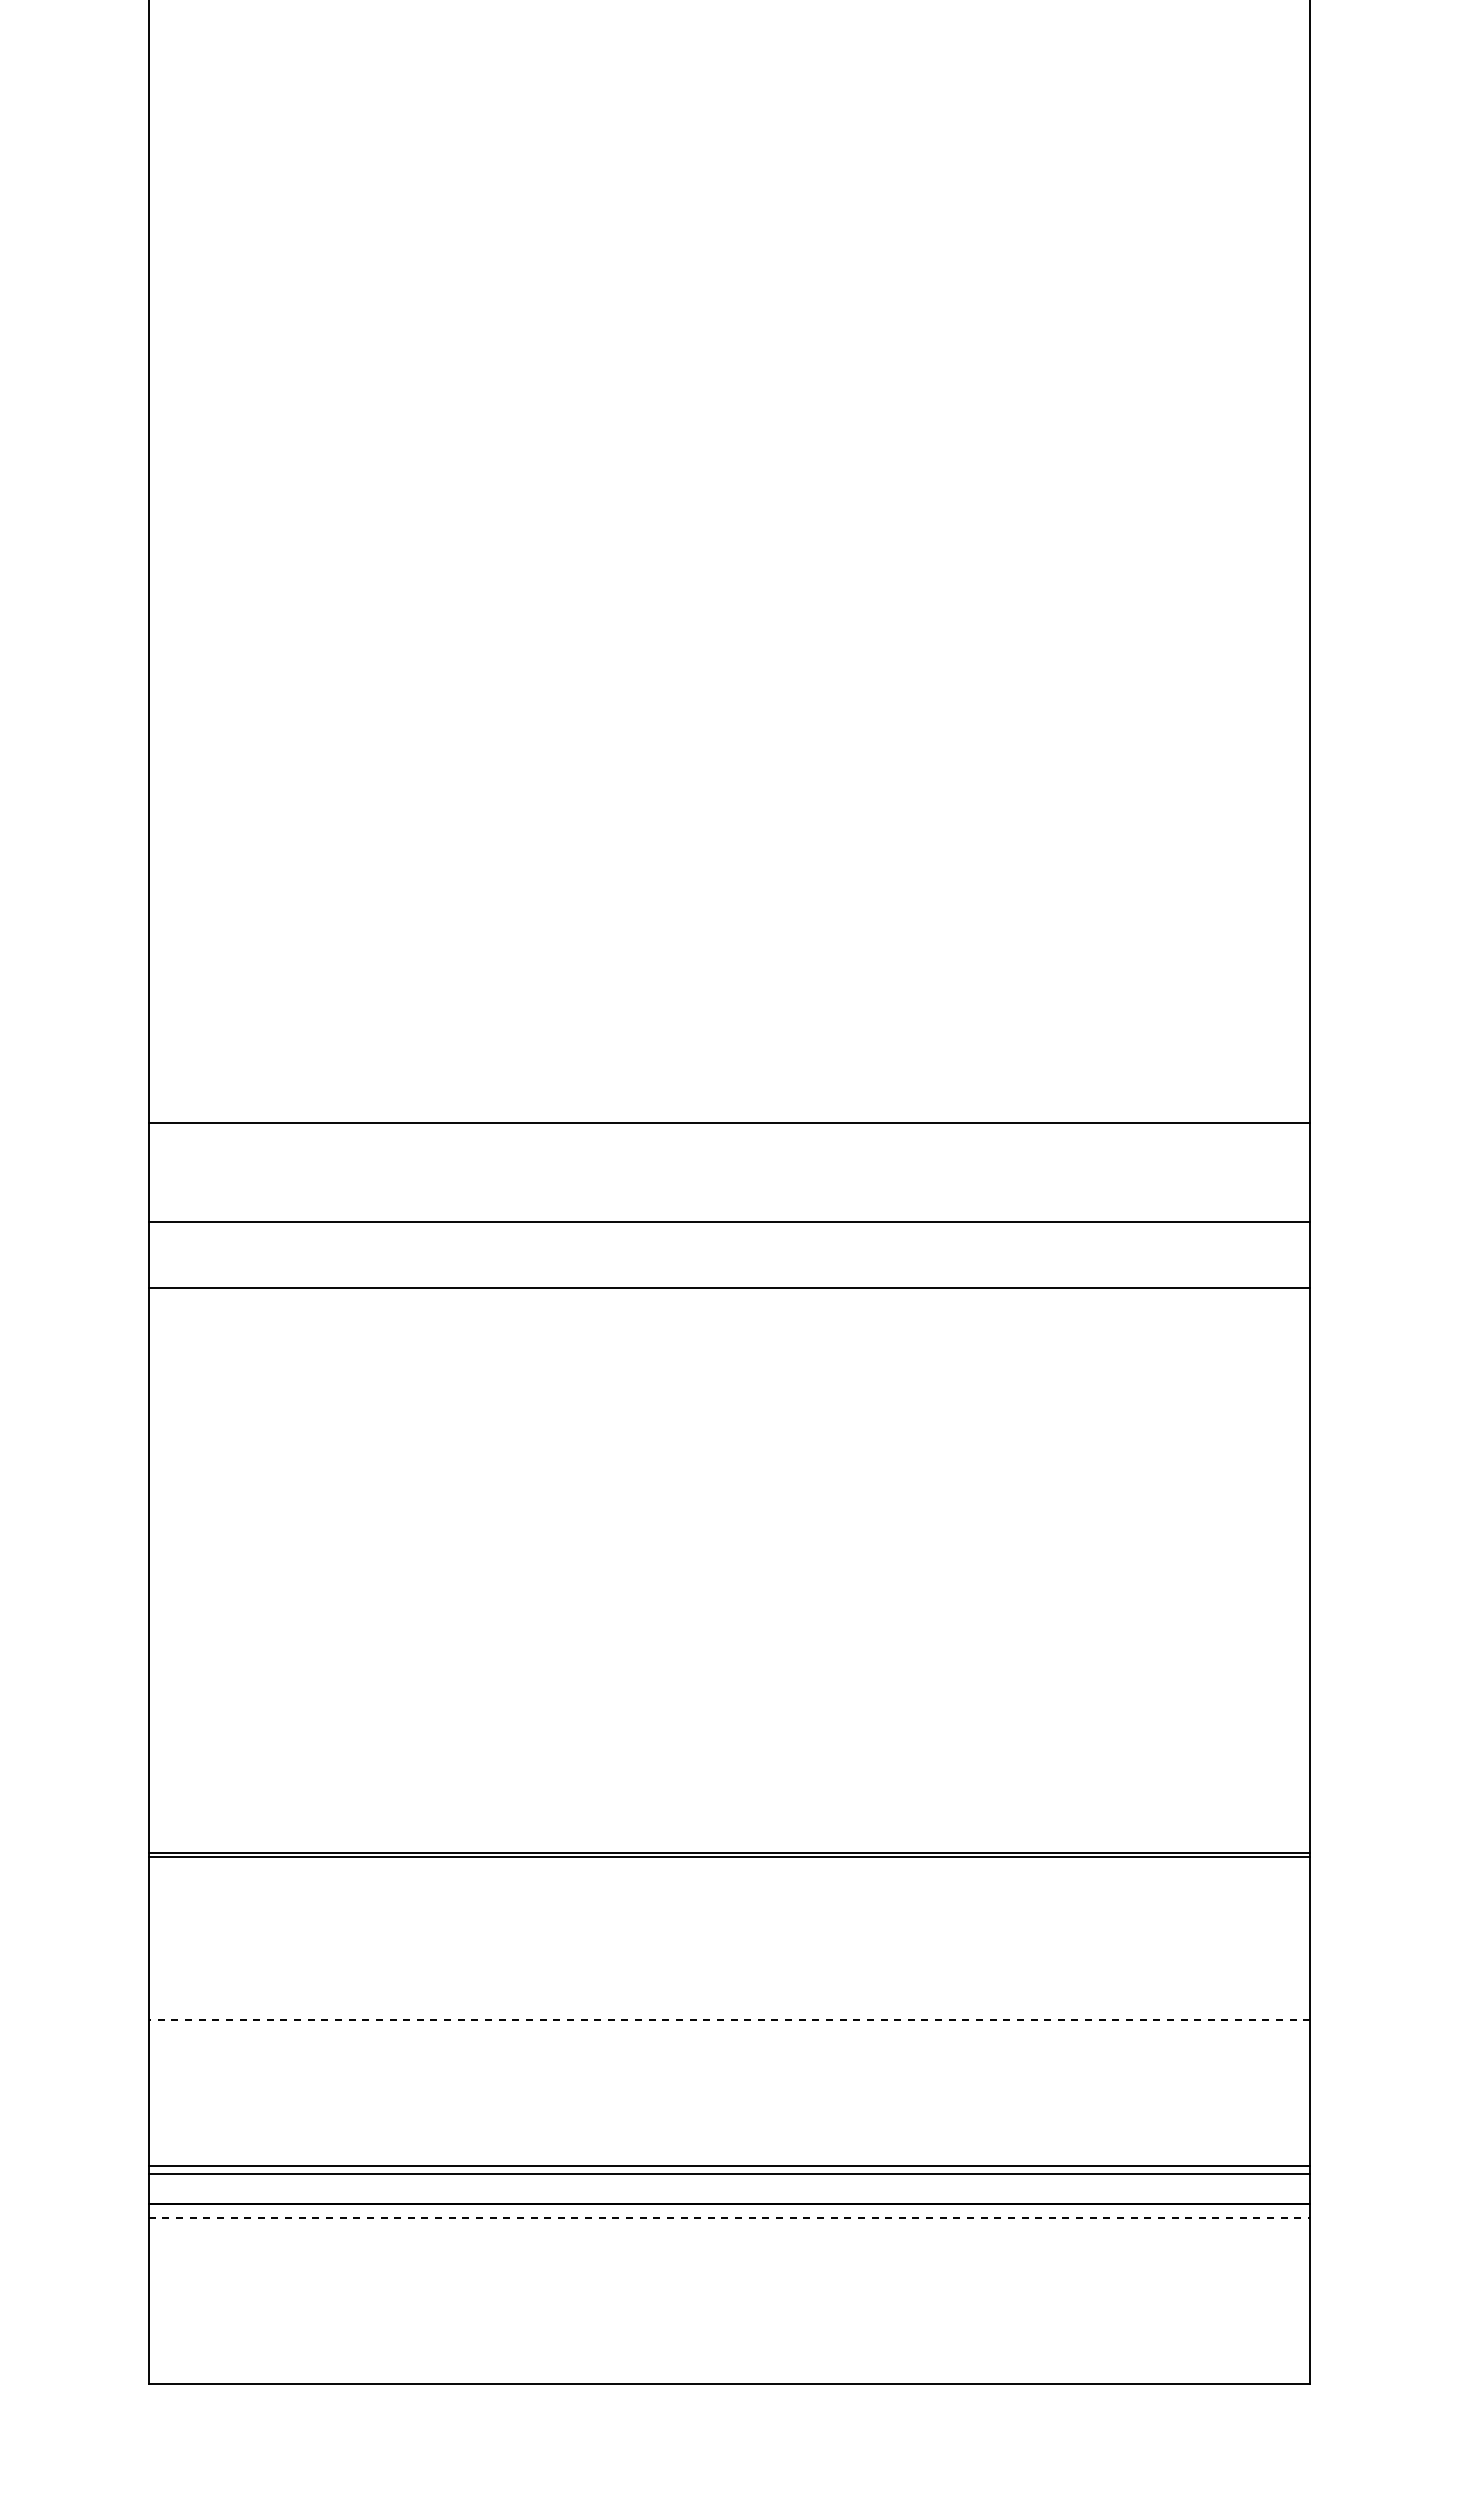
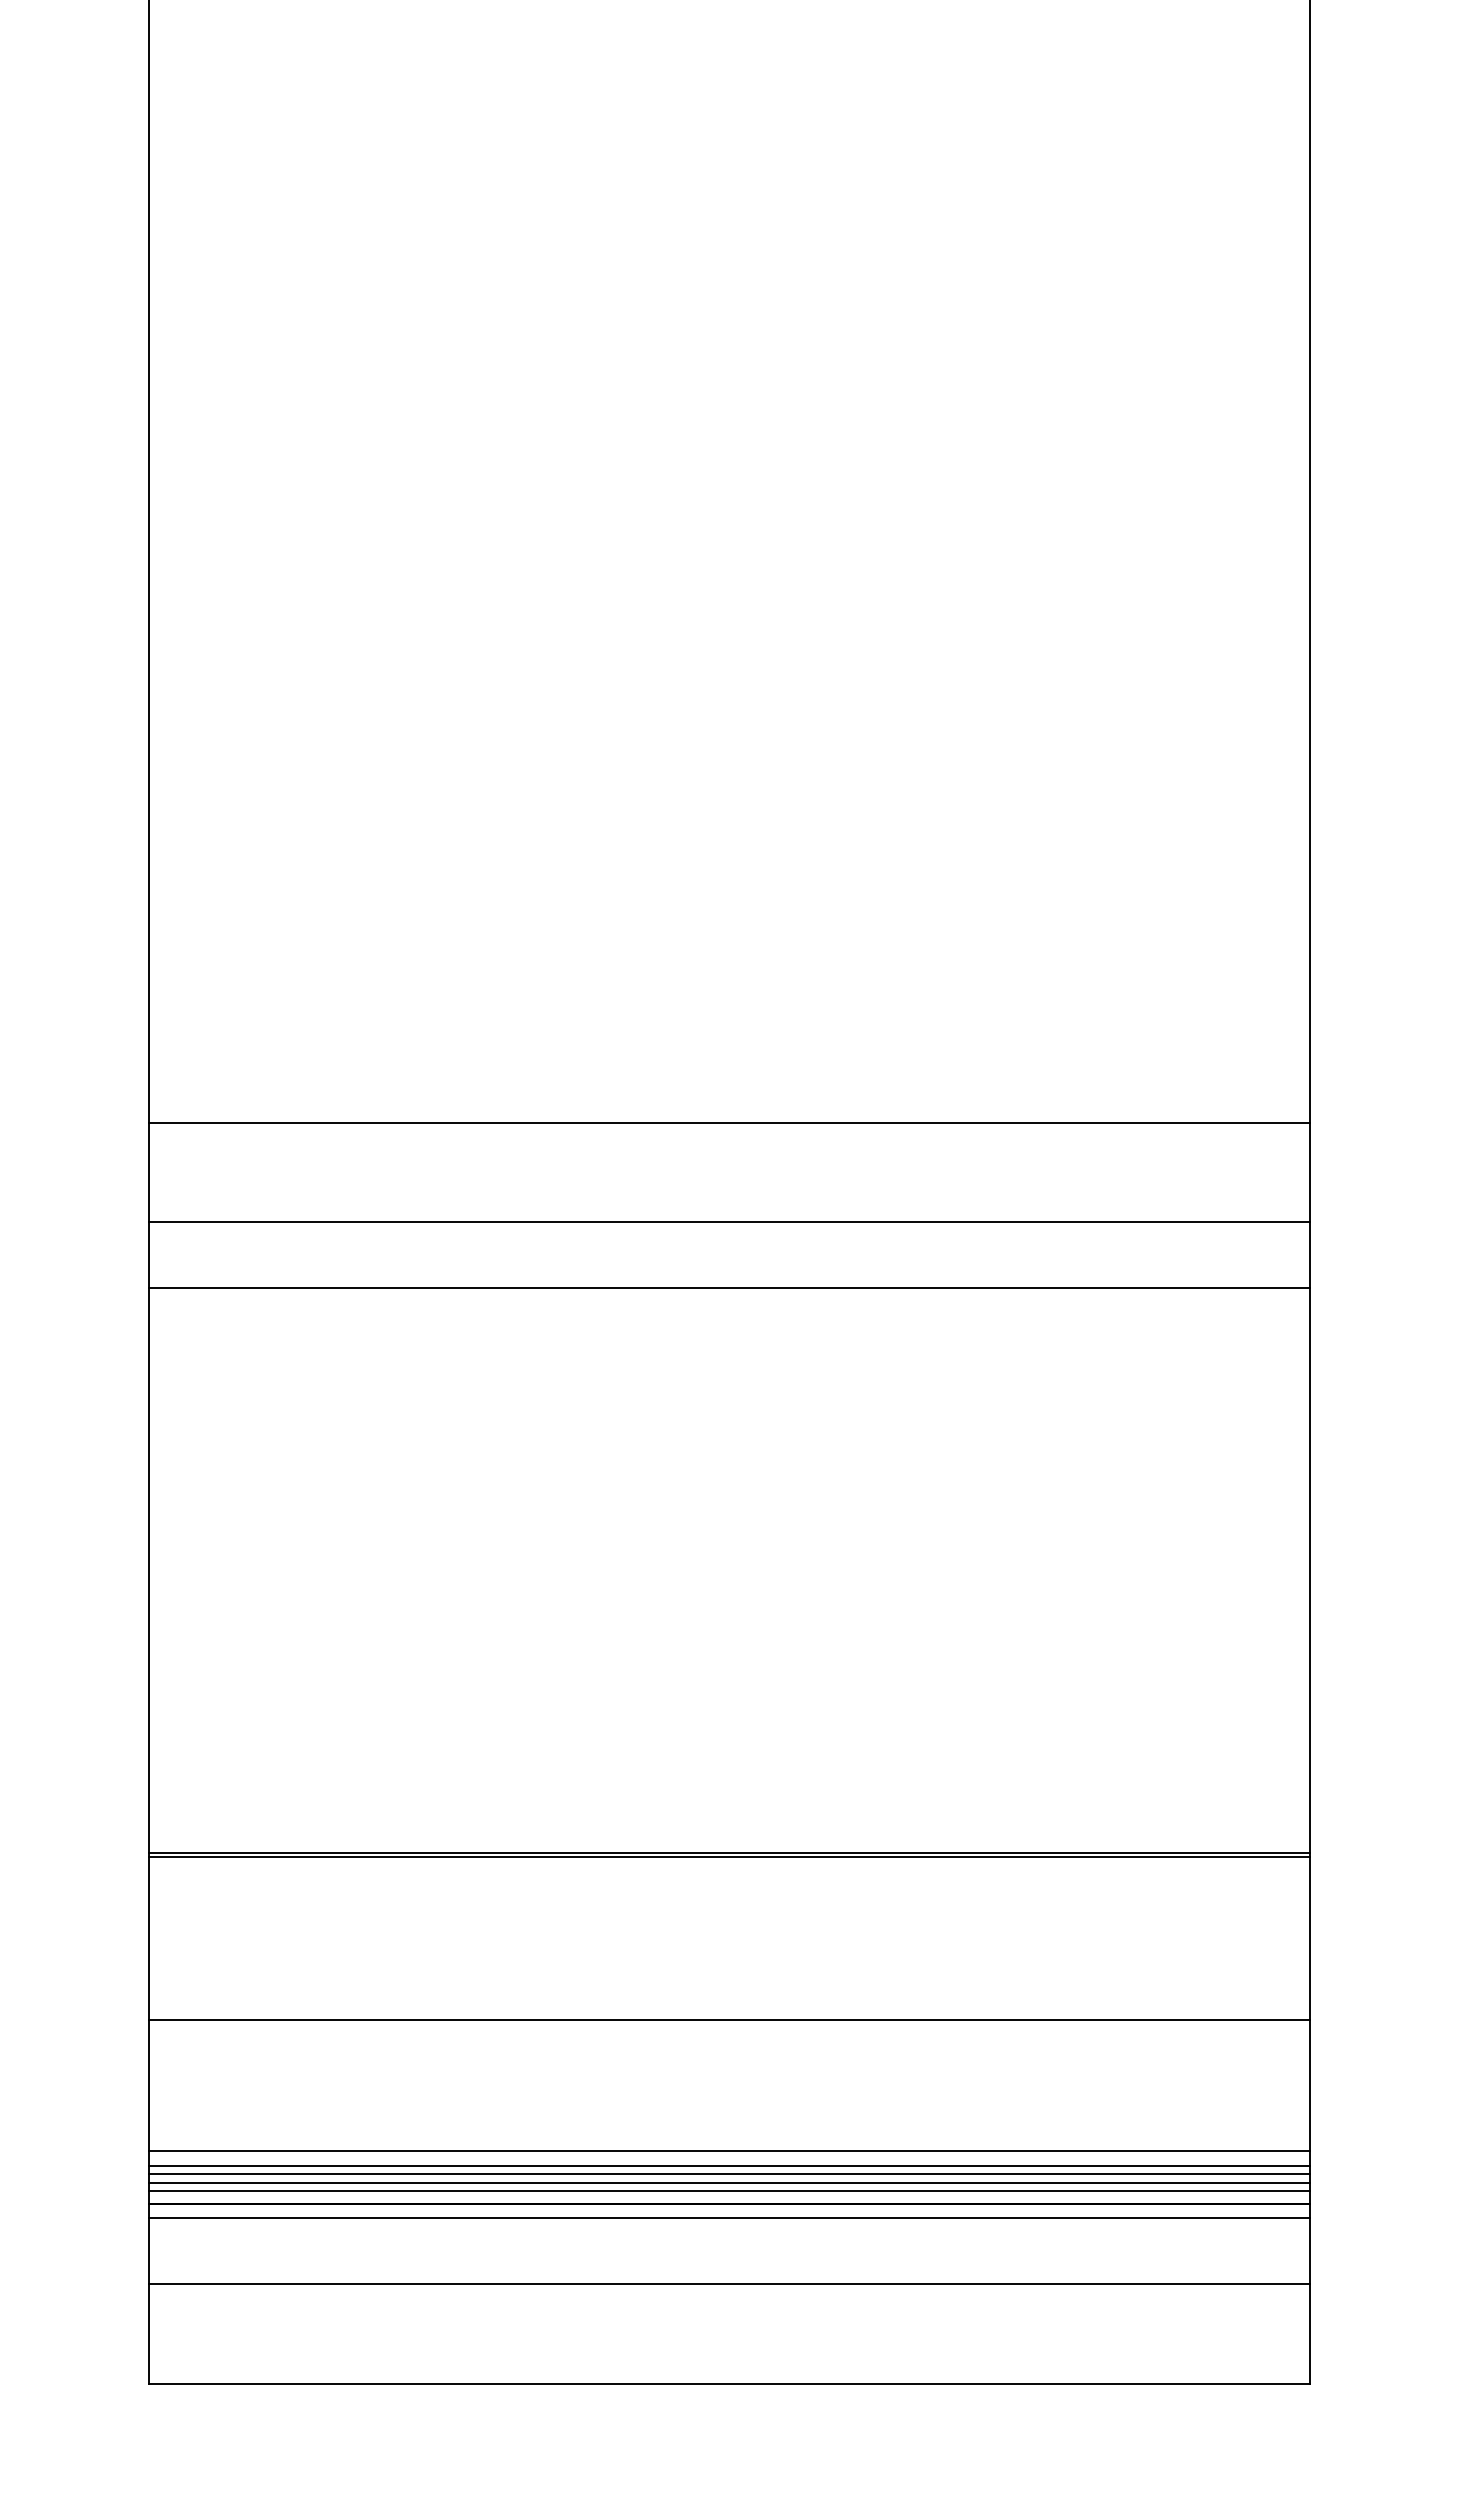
line at (729, 2020): dashed -> solid
line at (729, 2151): none -> present
line at (729, 2182): none -> present
line at (729, 2191): none -> present
line at (729, 2217): dashed -> solid
line at (729, 2284): none -> present
